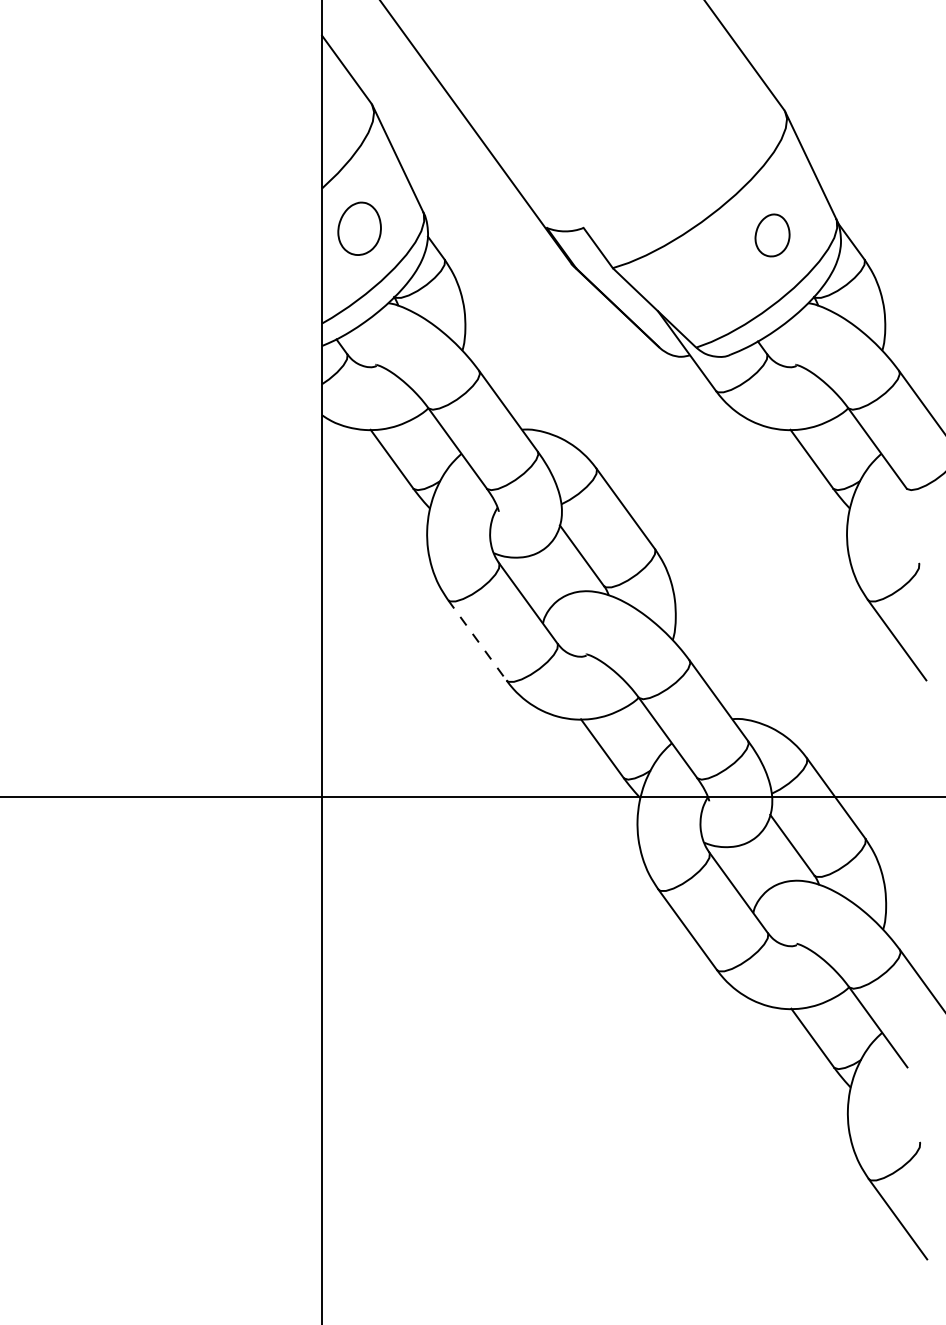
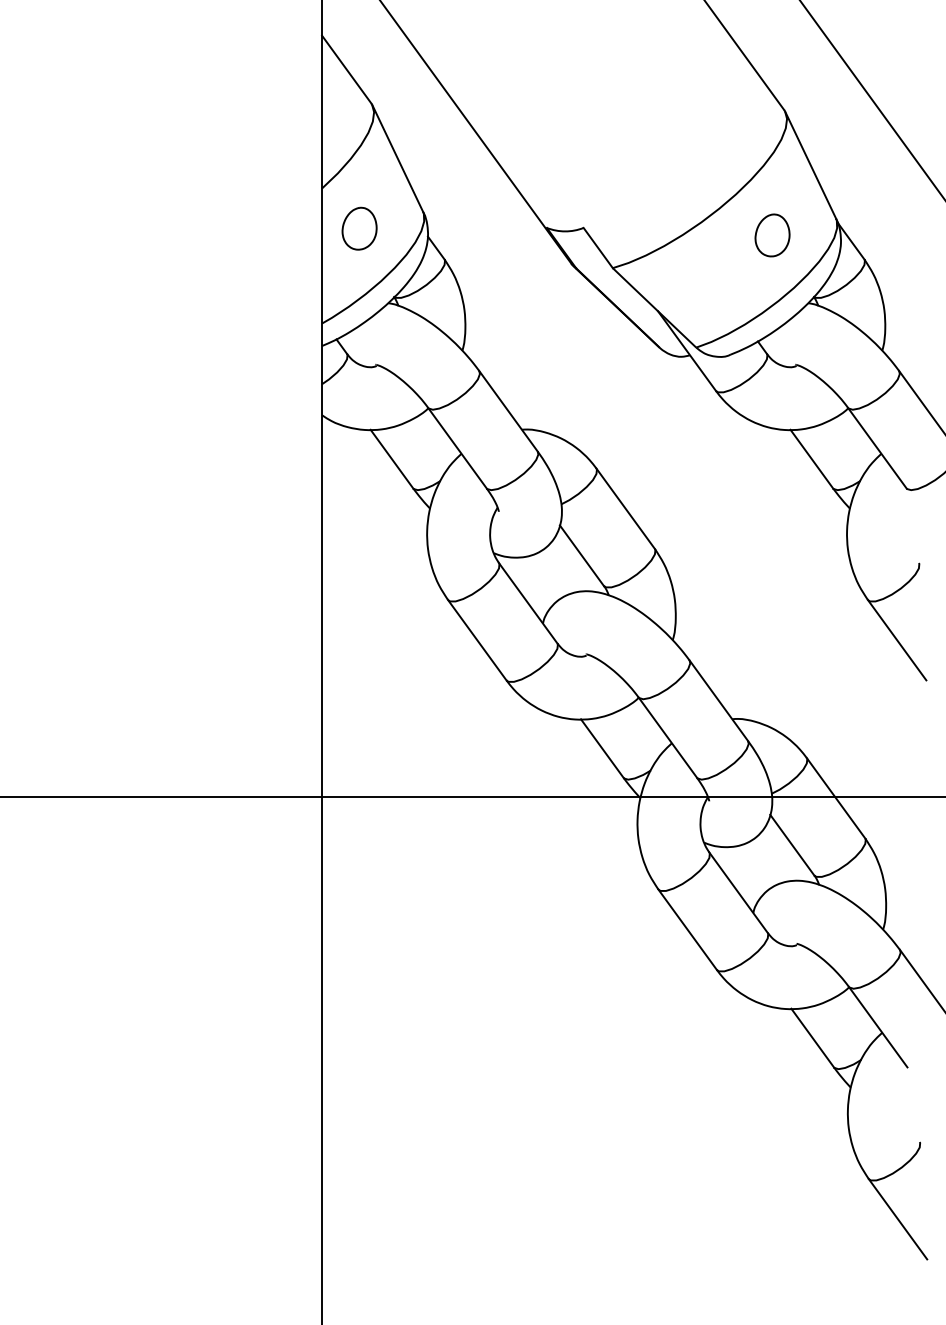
line at (871, 99): none -> present
part at (359, 228) size: 45x55 px -> 37x45 px
line at (477, 640): dashed -> solid
